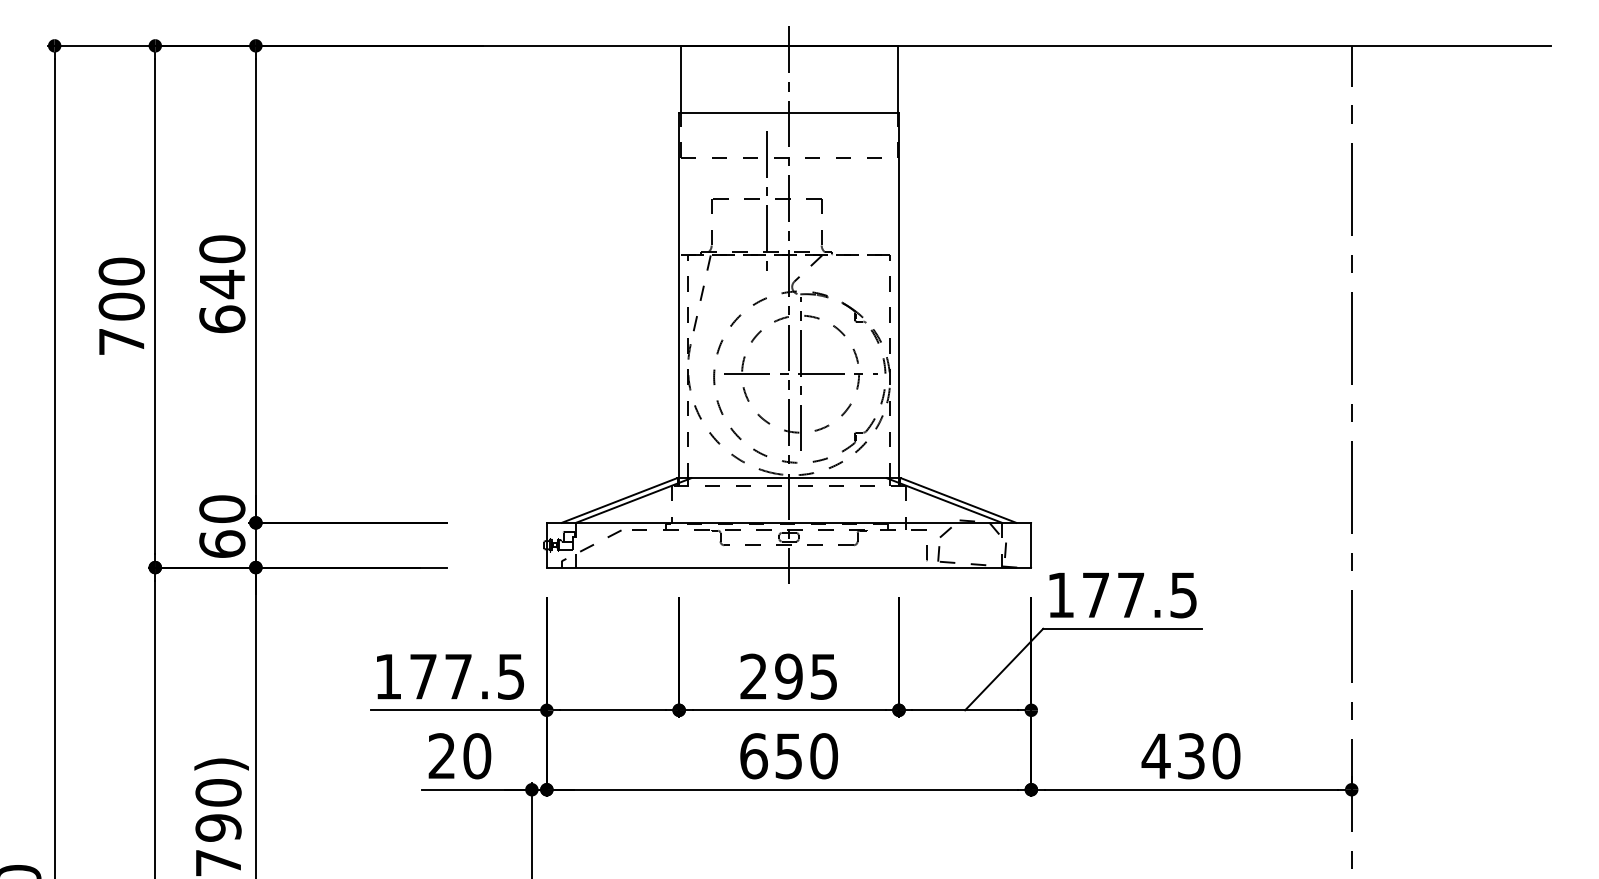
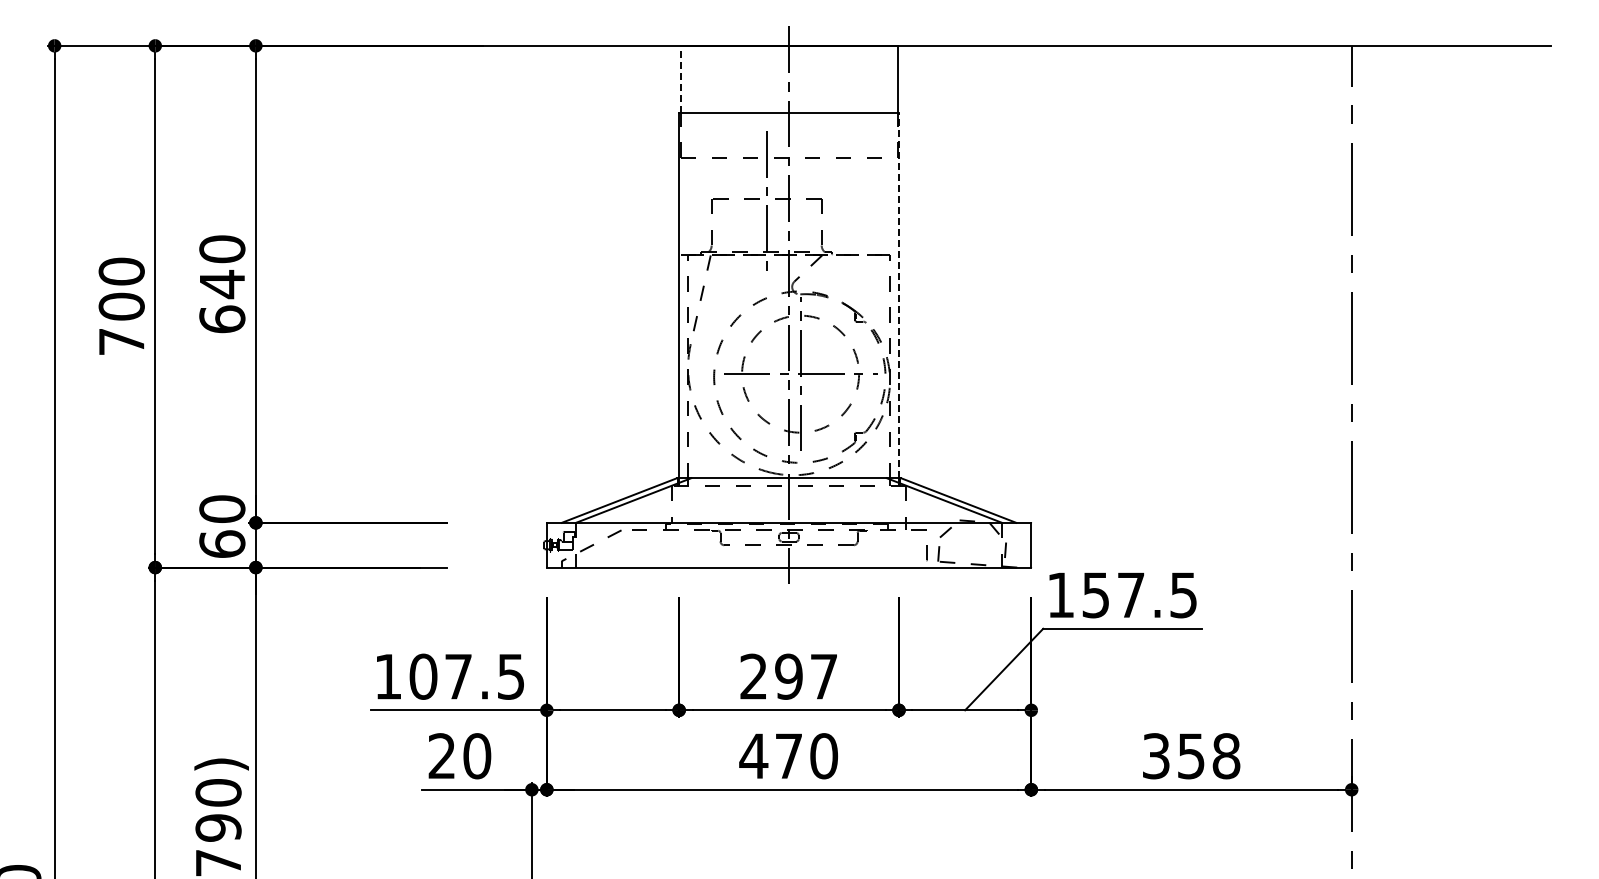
line at (680, 79): solid -> dashed
line at (899, 295): solid -> dashed
text at (1095, 595): 177.5 -> 157.5
text at (423, 676): 177.5 -> 107.5
text at (823, 676): 295 -> 297
text at (770, 756): 650 -> 470
text at (1190, 756): 430 -> 358
